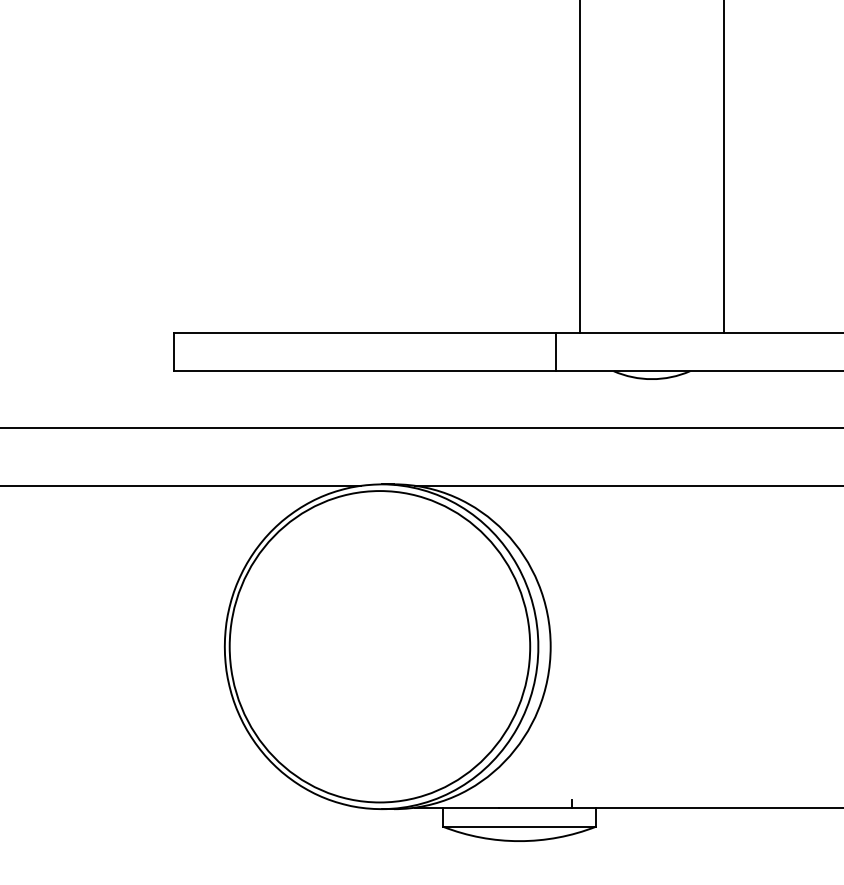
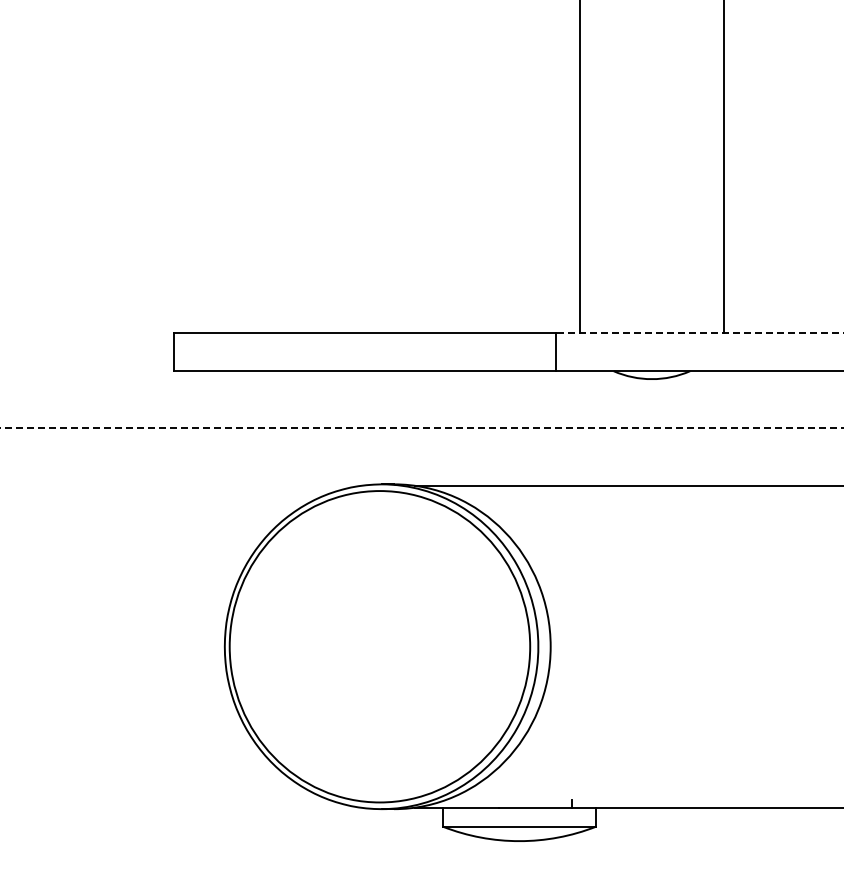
line at (699, 332): solid -> dashed
line at (421, 428): solid -> dashed
line at (181, 485): present -> none
